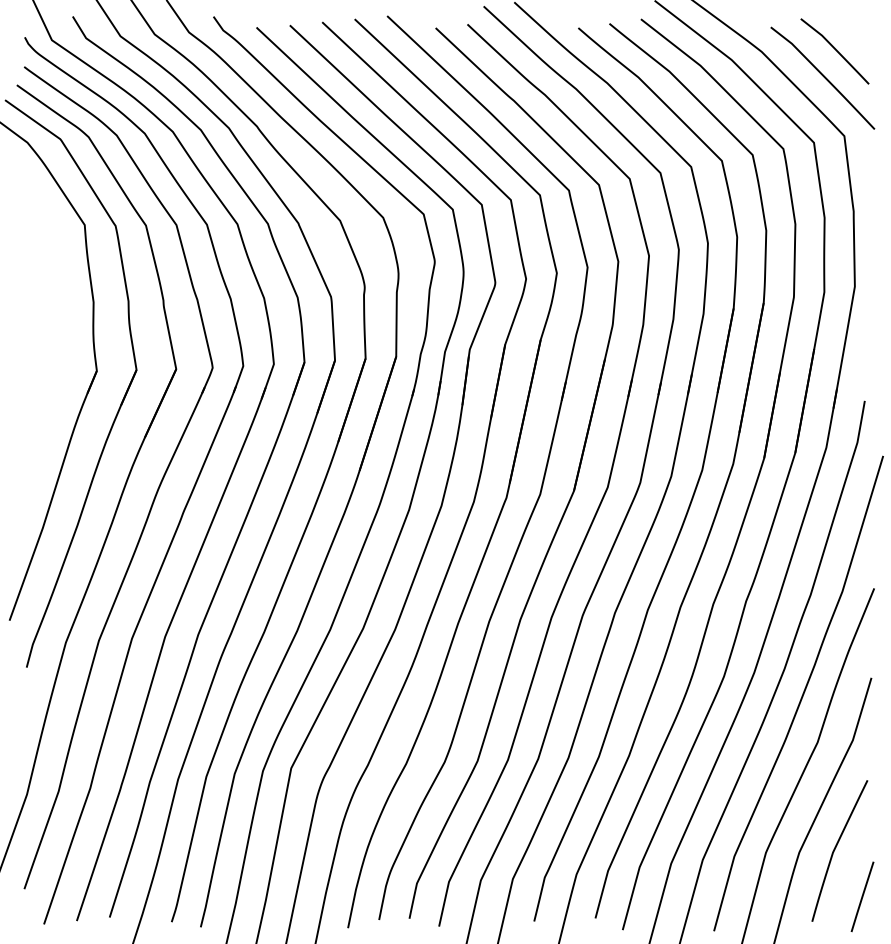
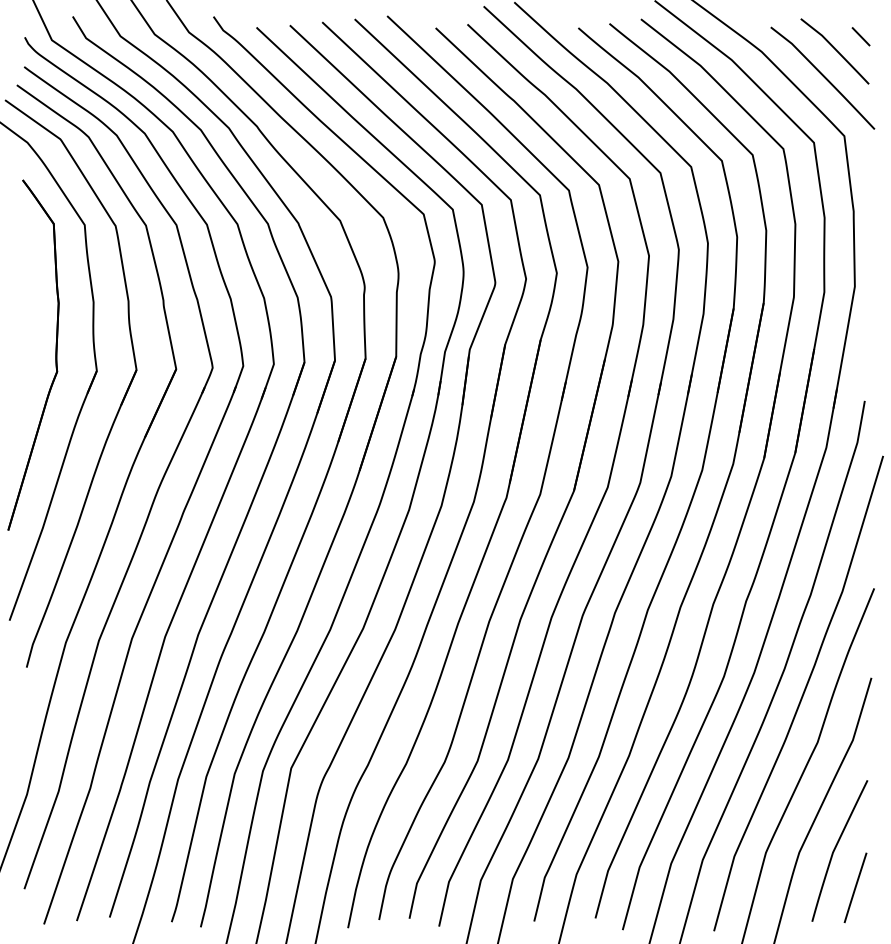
line at (860, 36): none -> present
part at (55, 354): none -> present
line at (862, 896) position: (862, 896) -> (855, 887)
